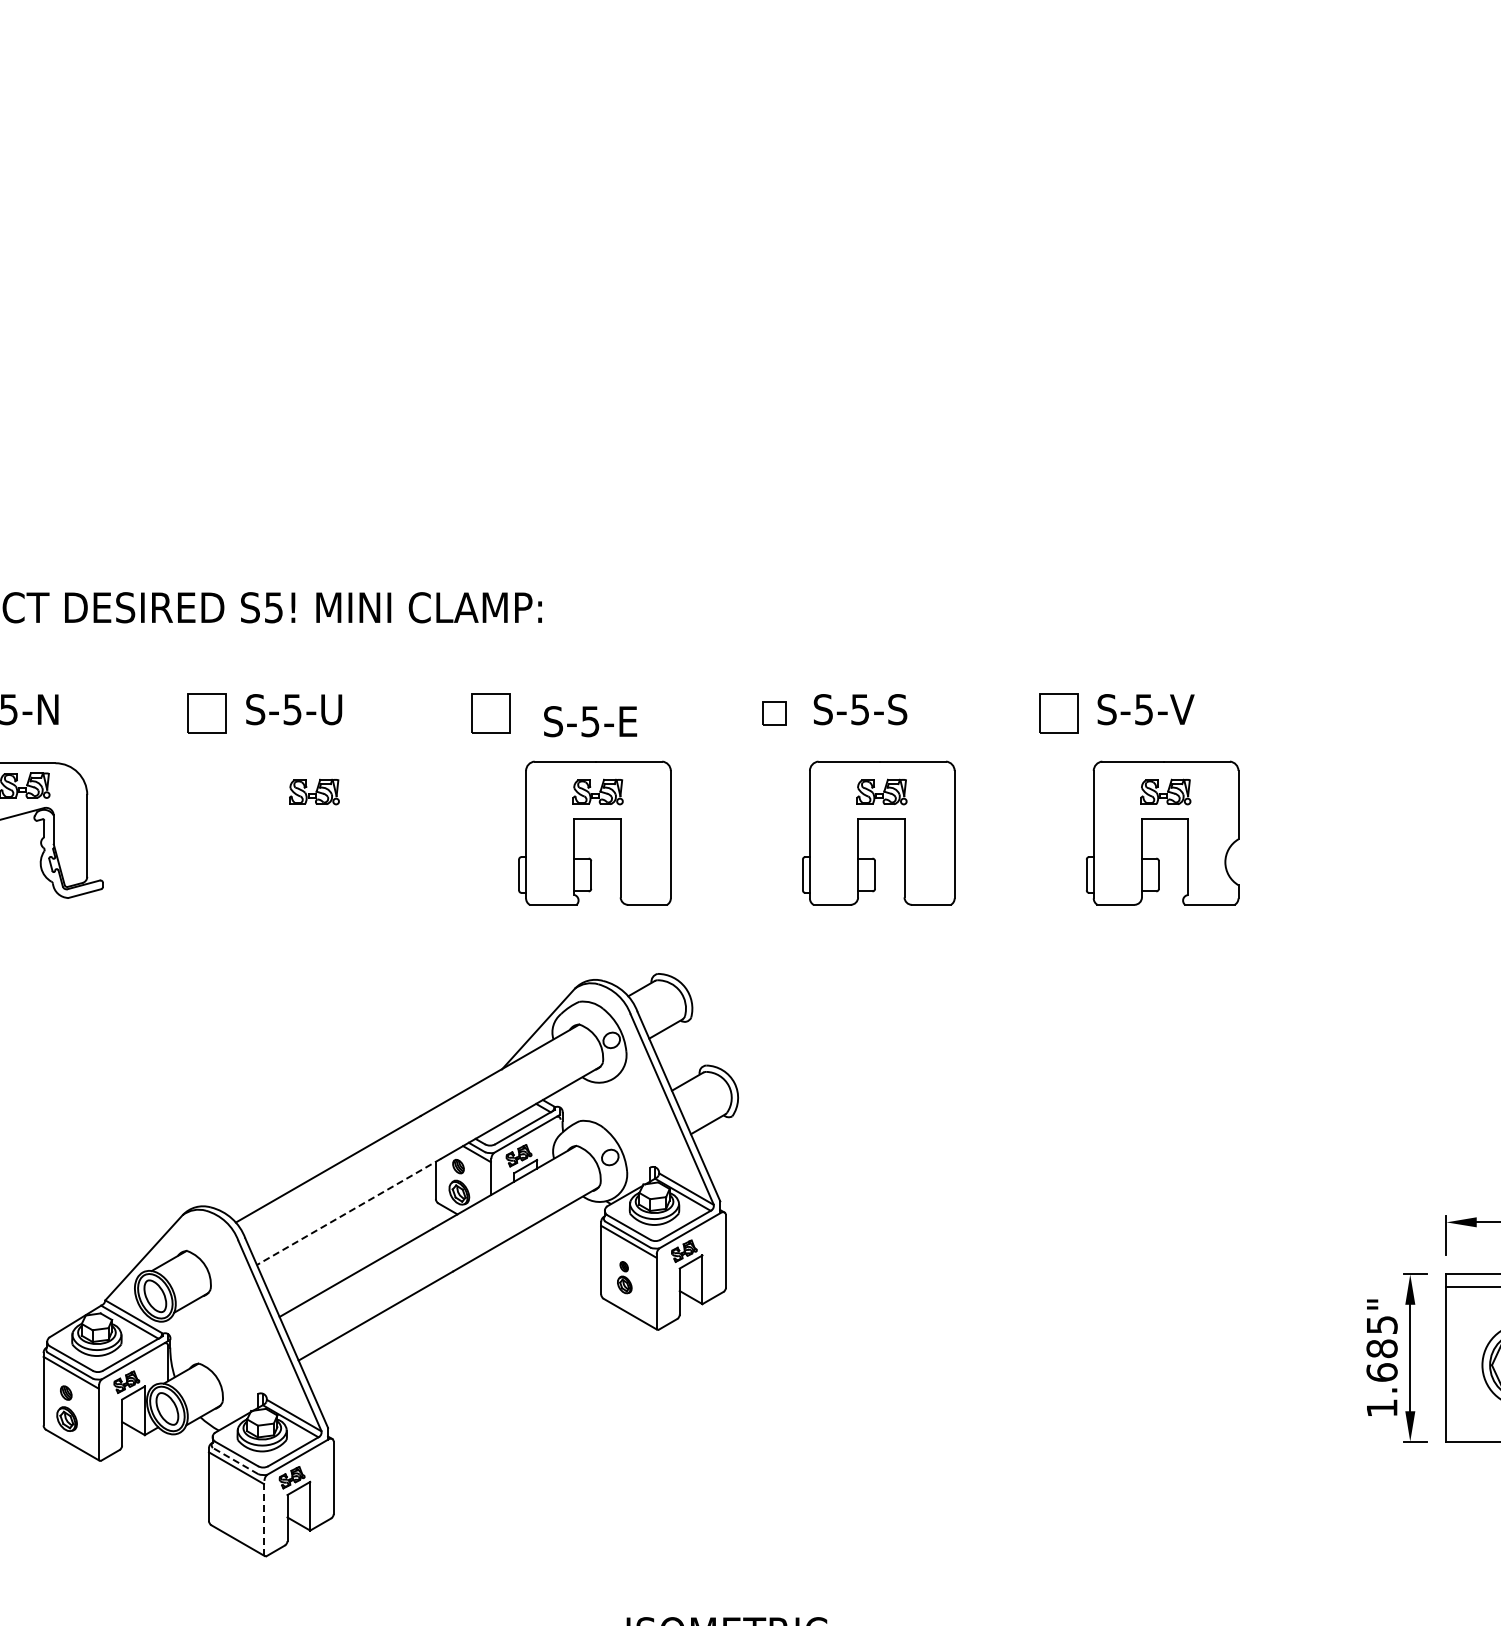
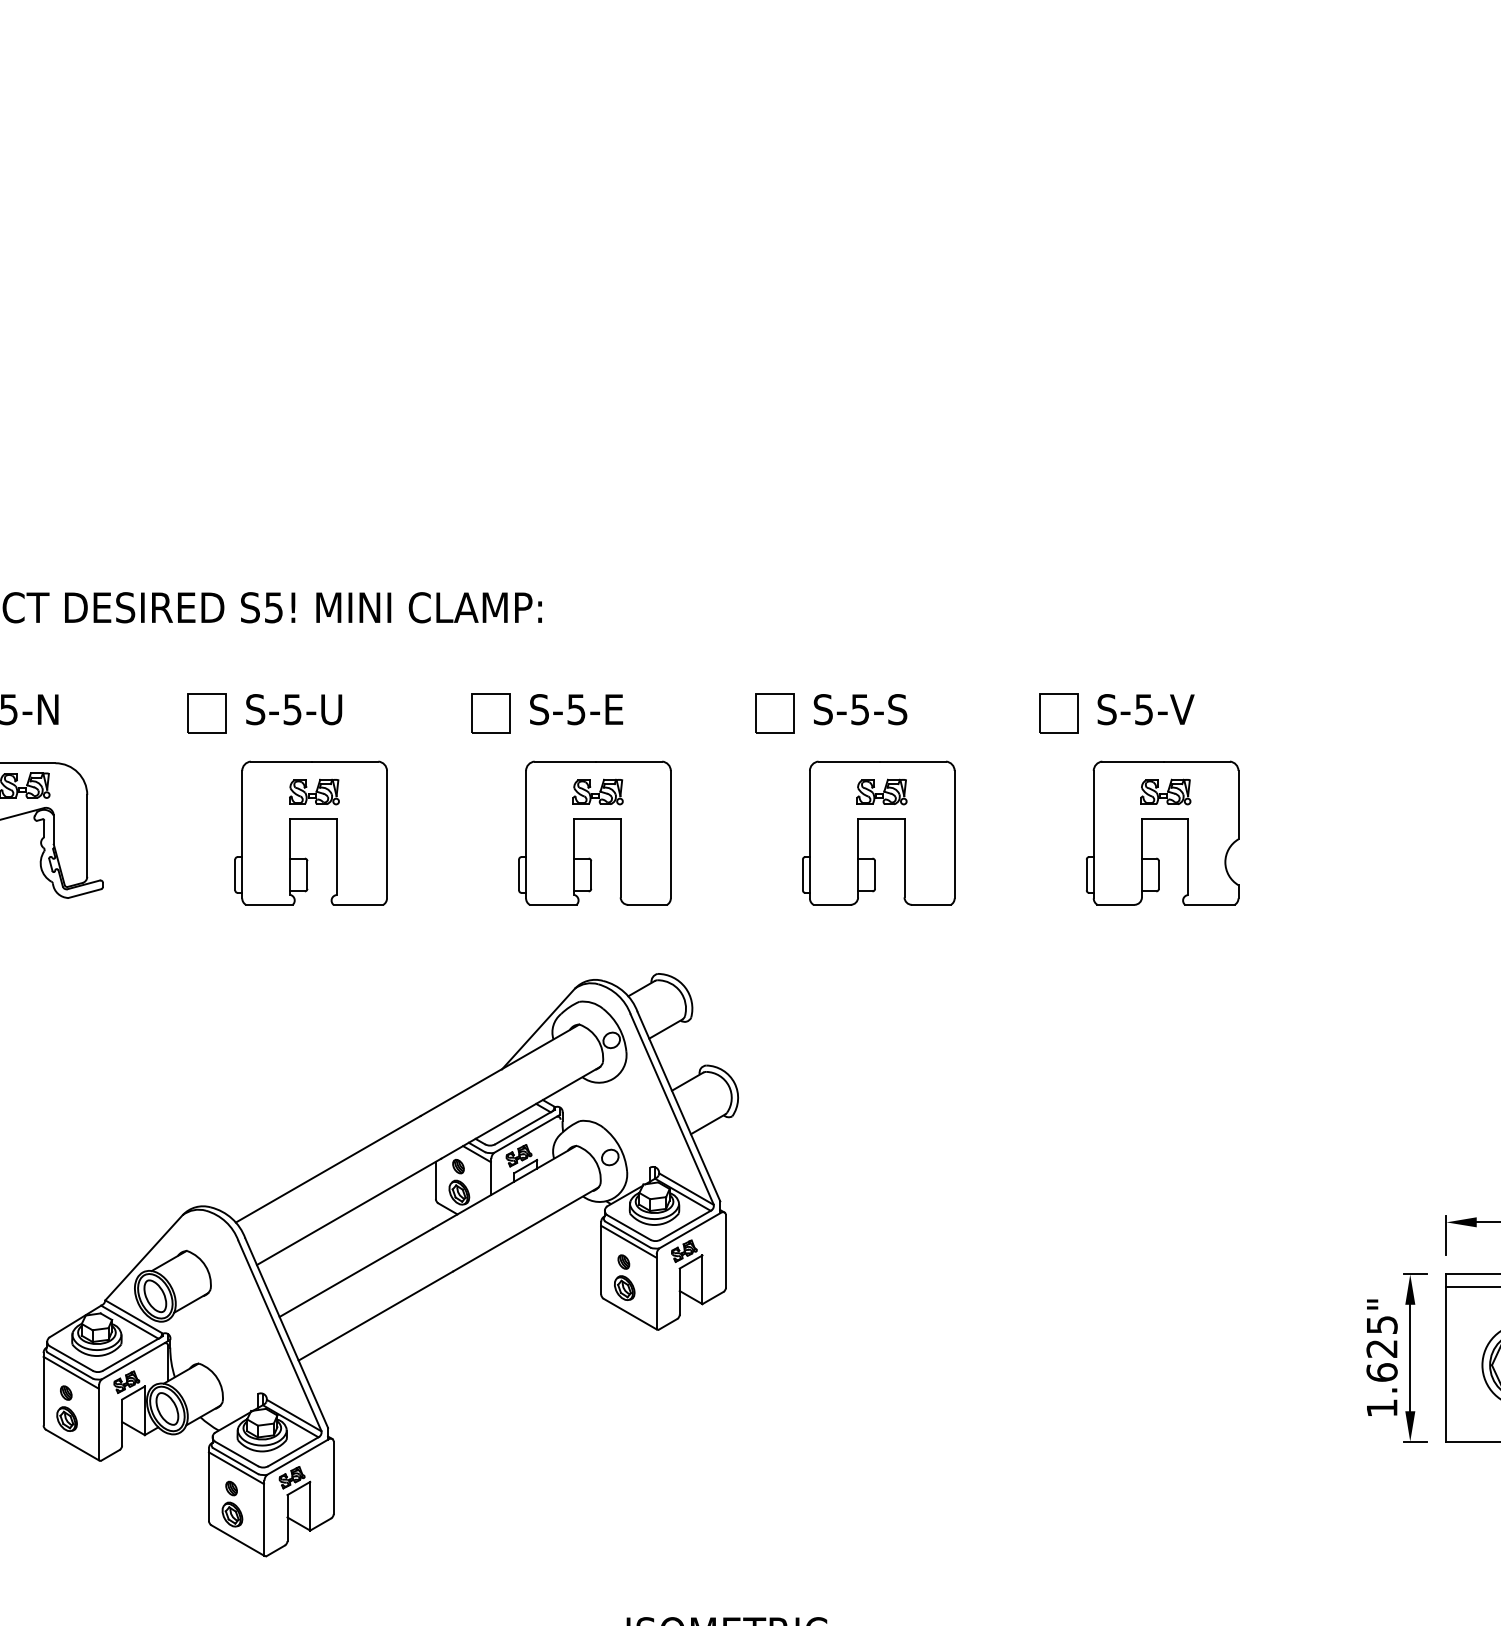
part at (774, 713) size: 25x25 px -> 40x41 px
text at (590, 721) position: (590, 721) -> (576, 709)
part at (310, 819): none -> present
line at (348, 1212): dashed -> solid
part at (624, 1277) size: 16x34 px -> 22x47 px
text at (1381, 1348): 1.685" -> 1.625"
line at (235, 1460): dashed -> solid
part at (232, 1503): none -> present
line at (264, 1517): dashed -> solid
